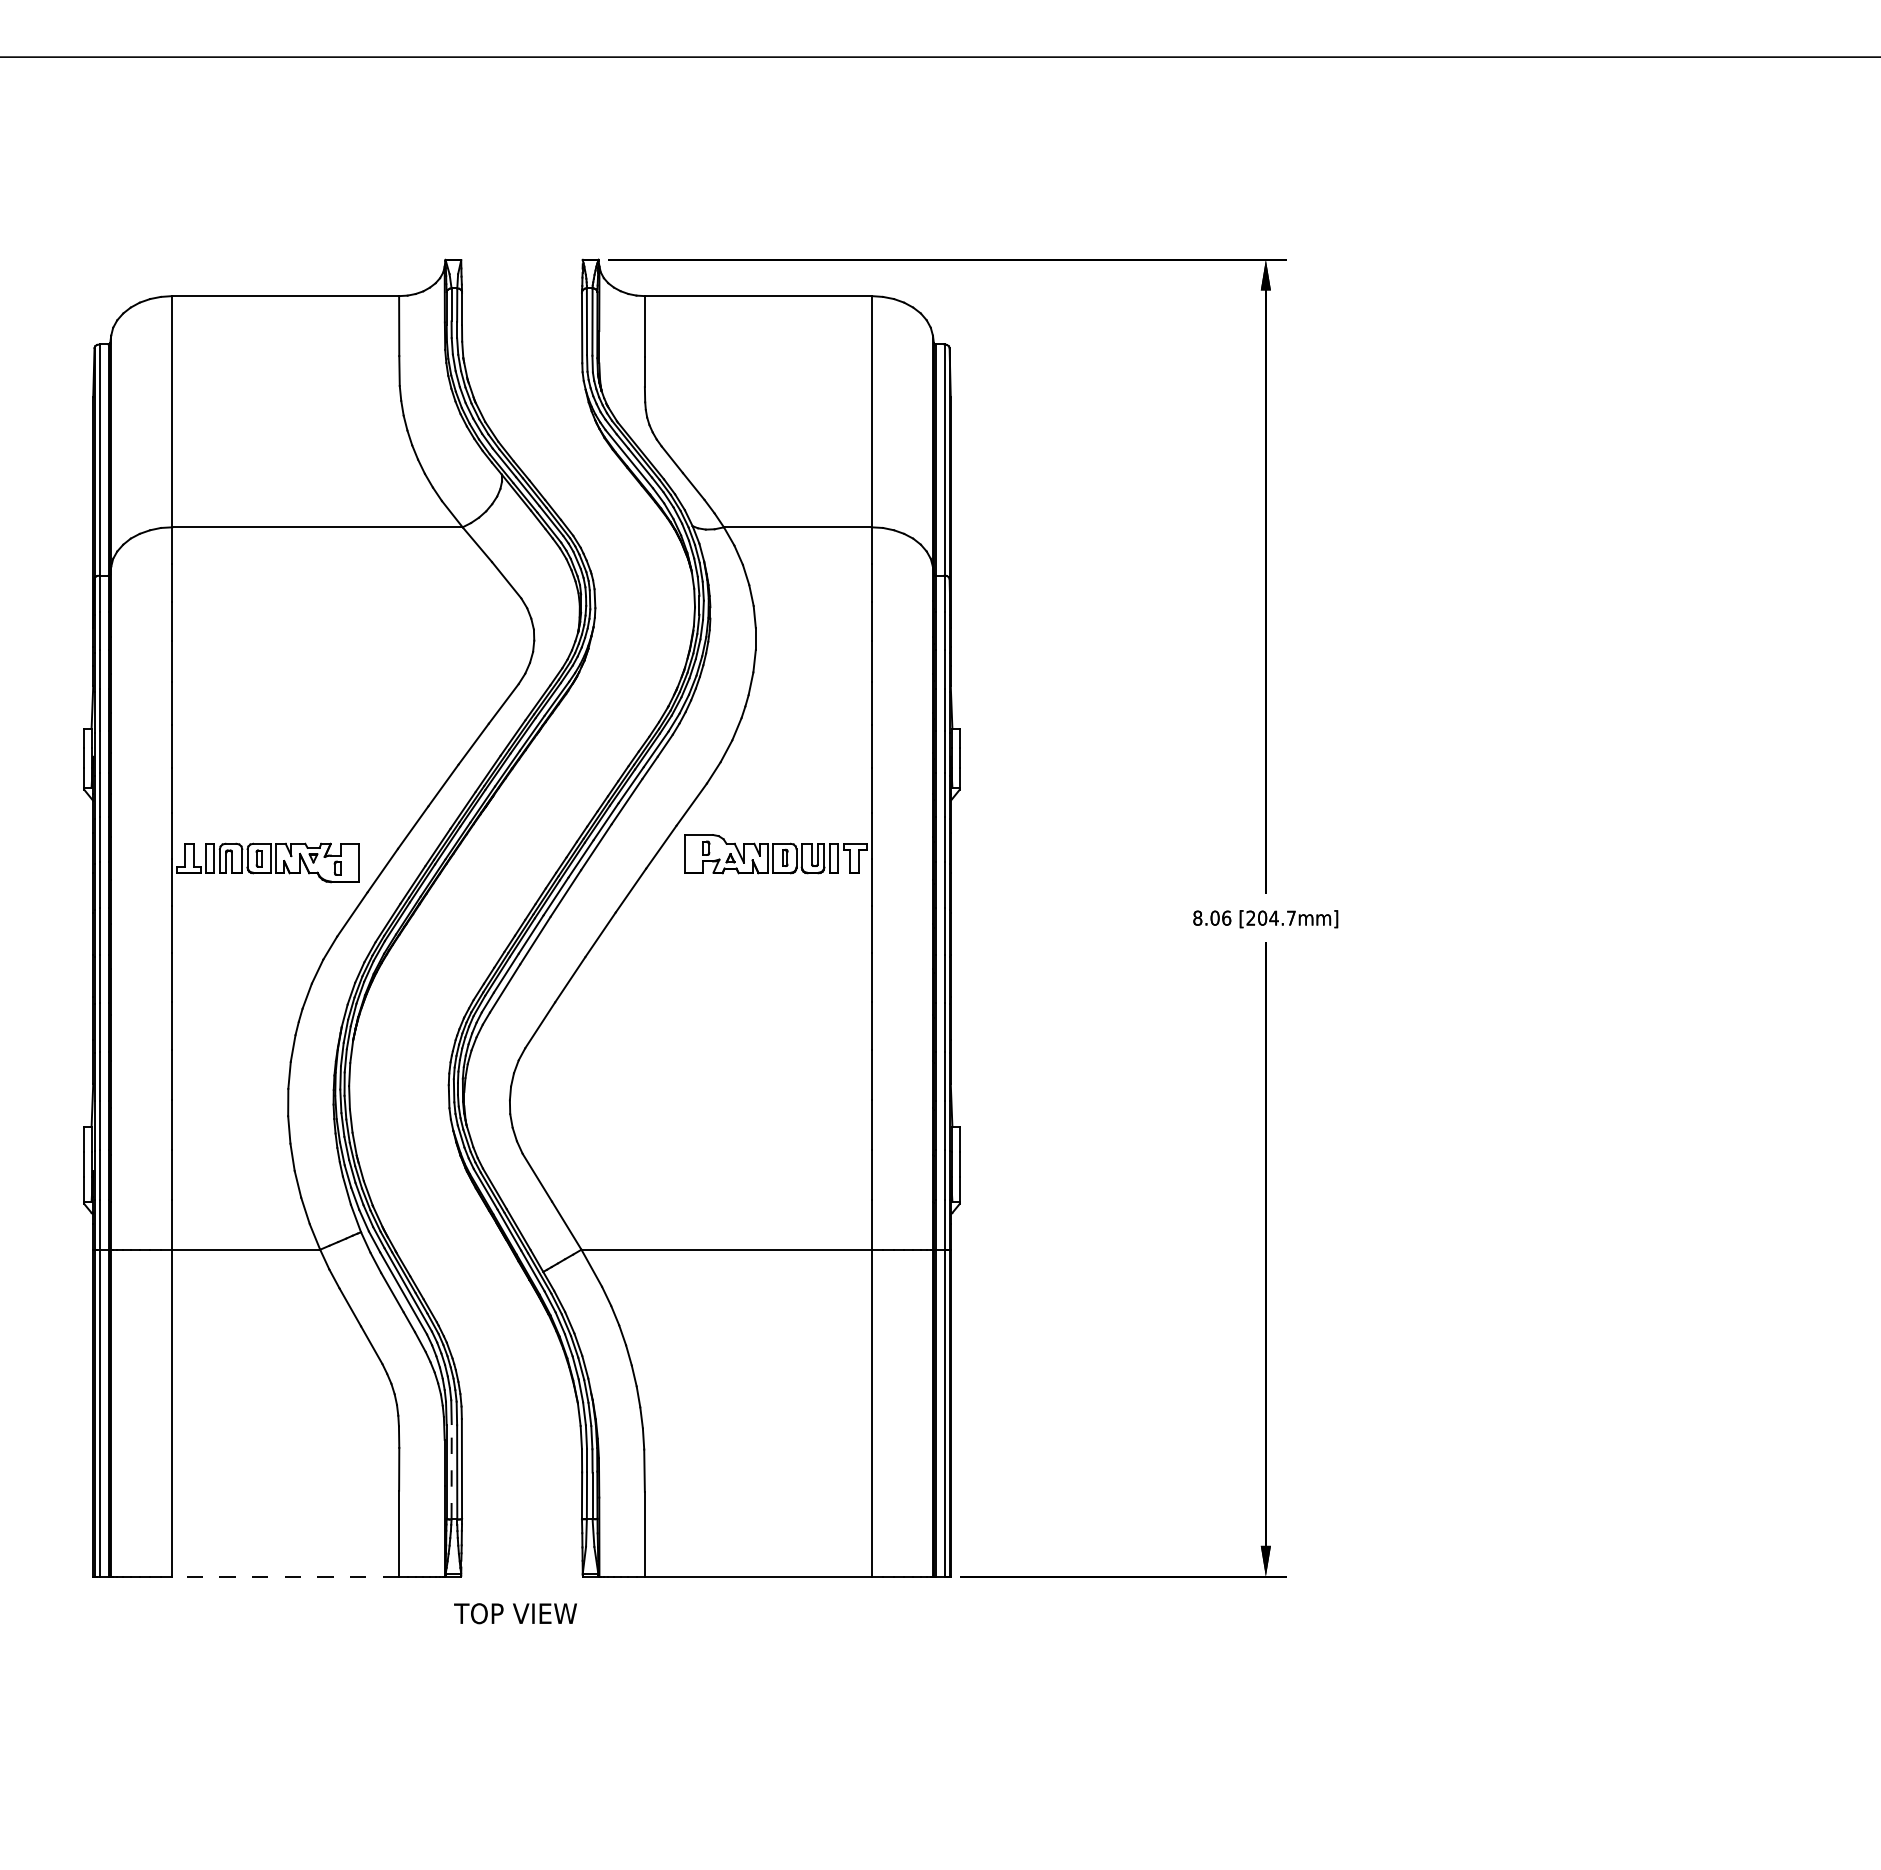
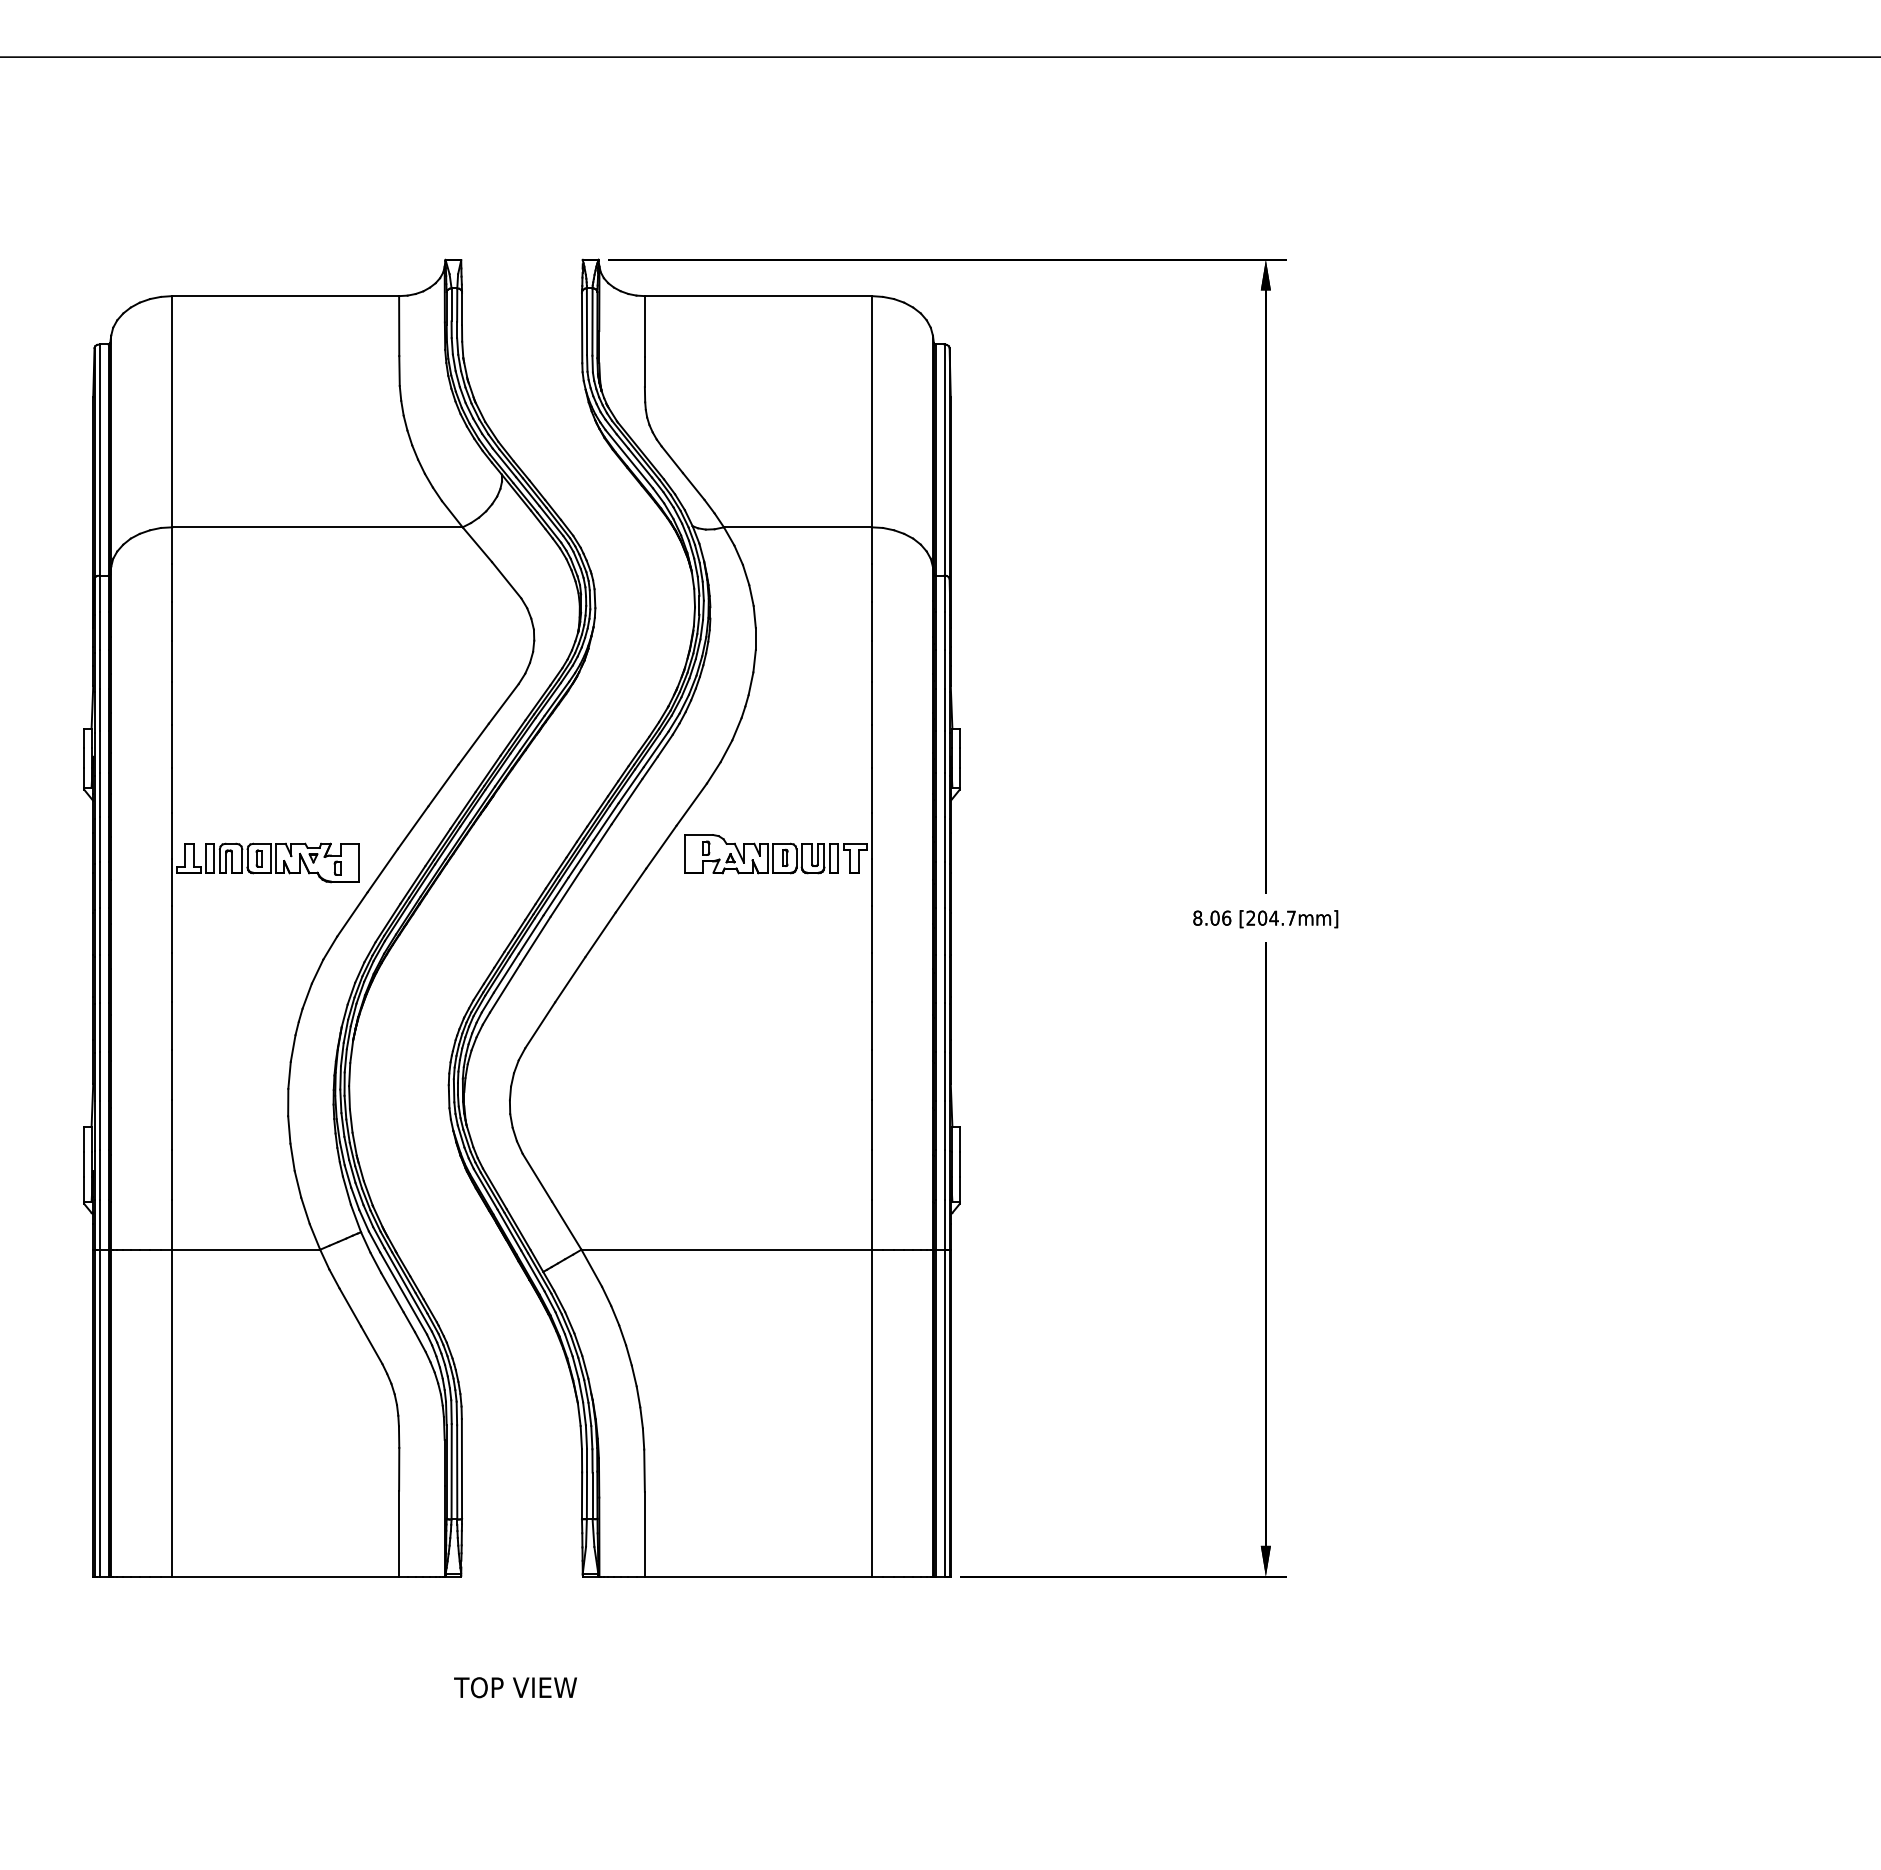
line at (451, 1471): dashed -> solid
line at (285, 1576): dashed -> solid
text at (515, 1613) position: (515, 1613) -> (515, 1687)
